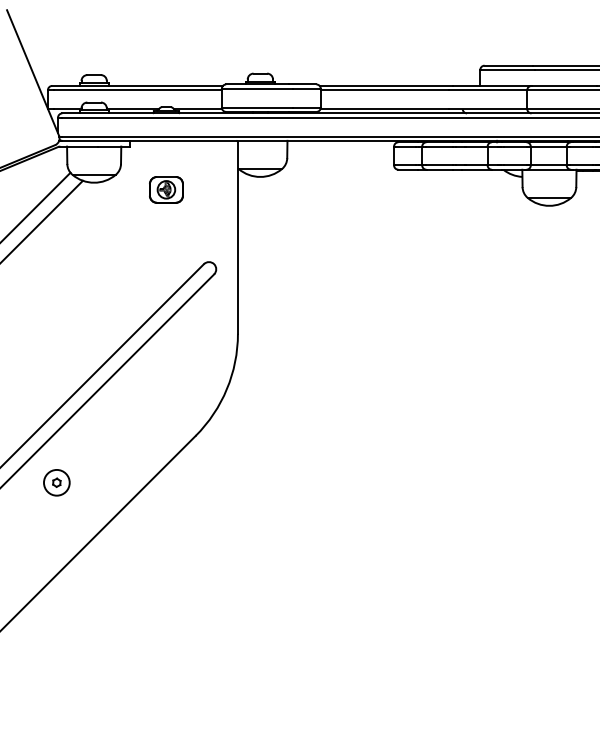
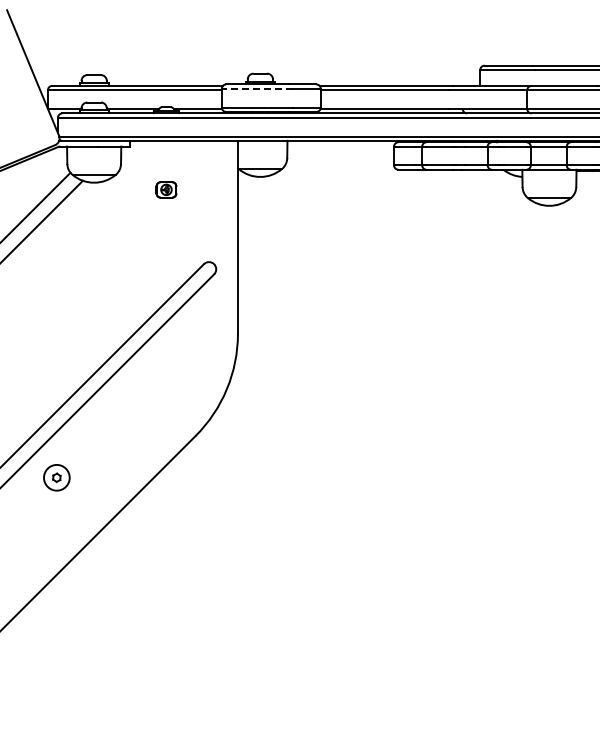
line at (256, 88): solid -> dashed
part at (166, 189) size: 35x28 px -> 23x18 px
part at (56, 482) position: (56, 482) -> (56, 477)
